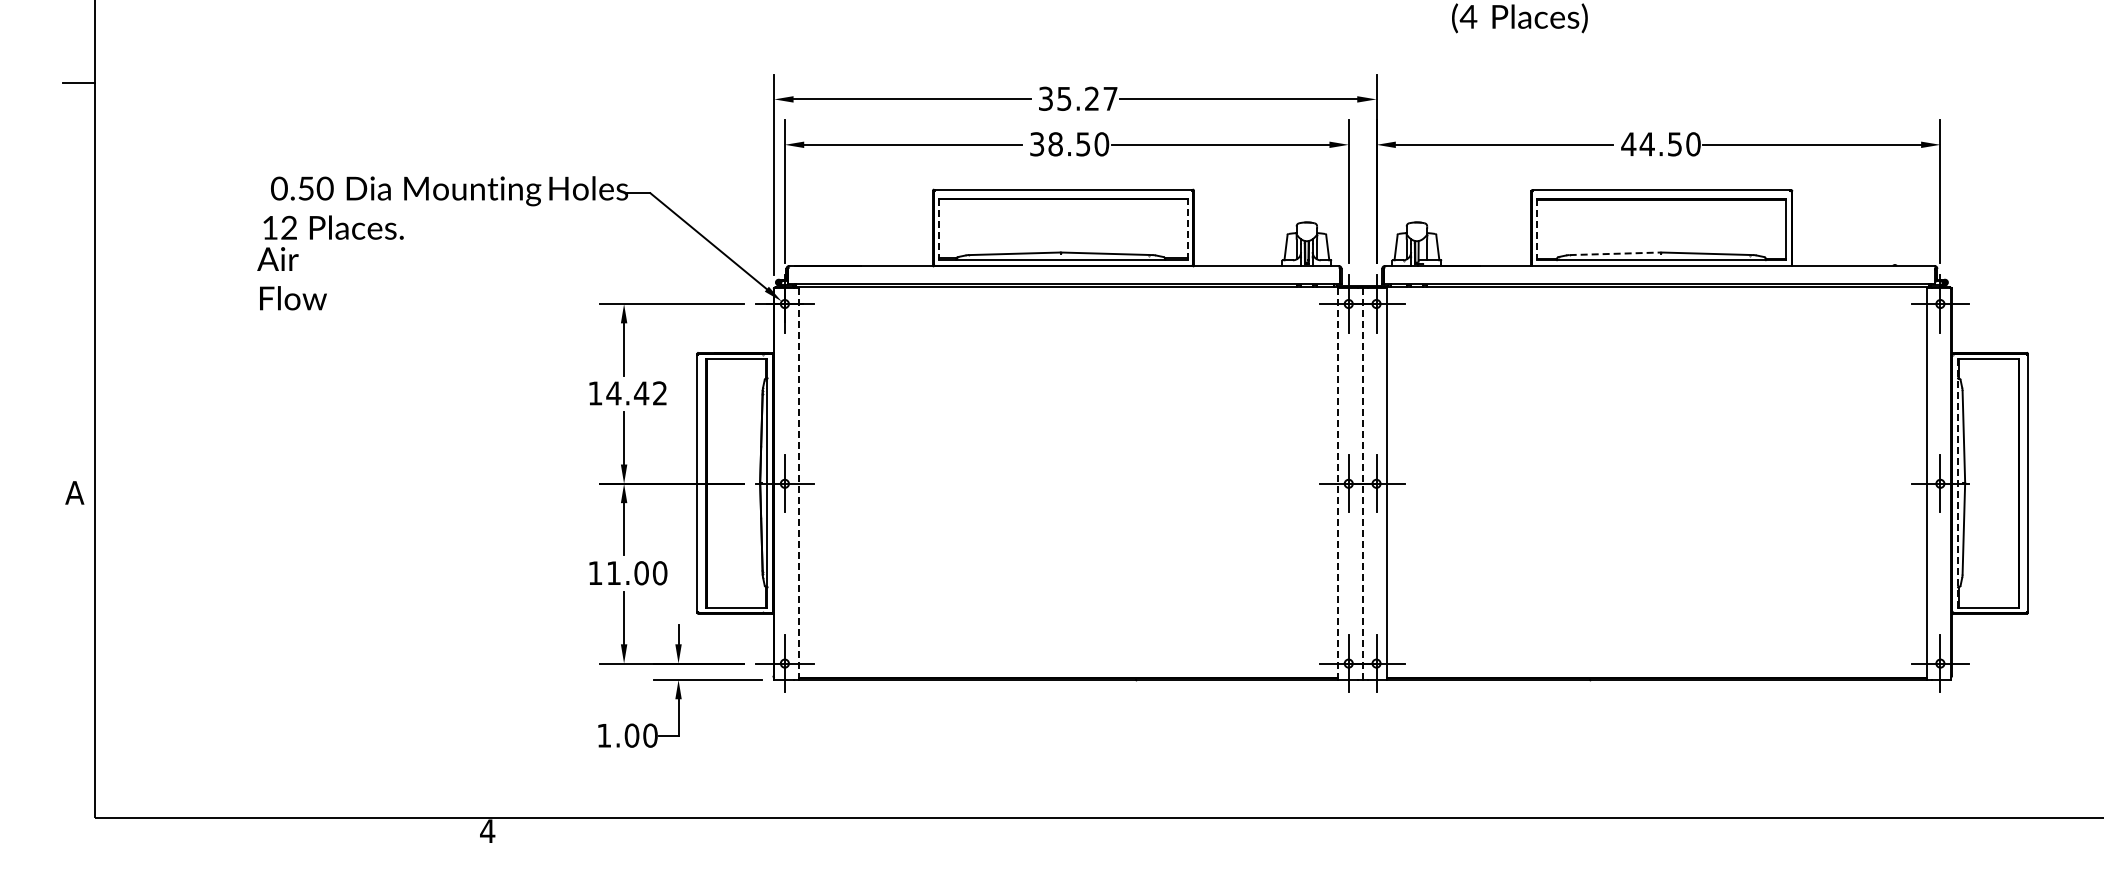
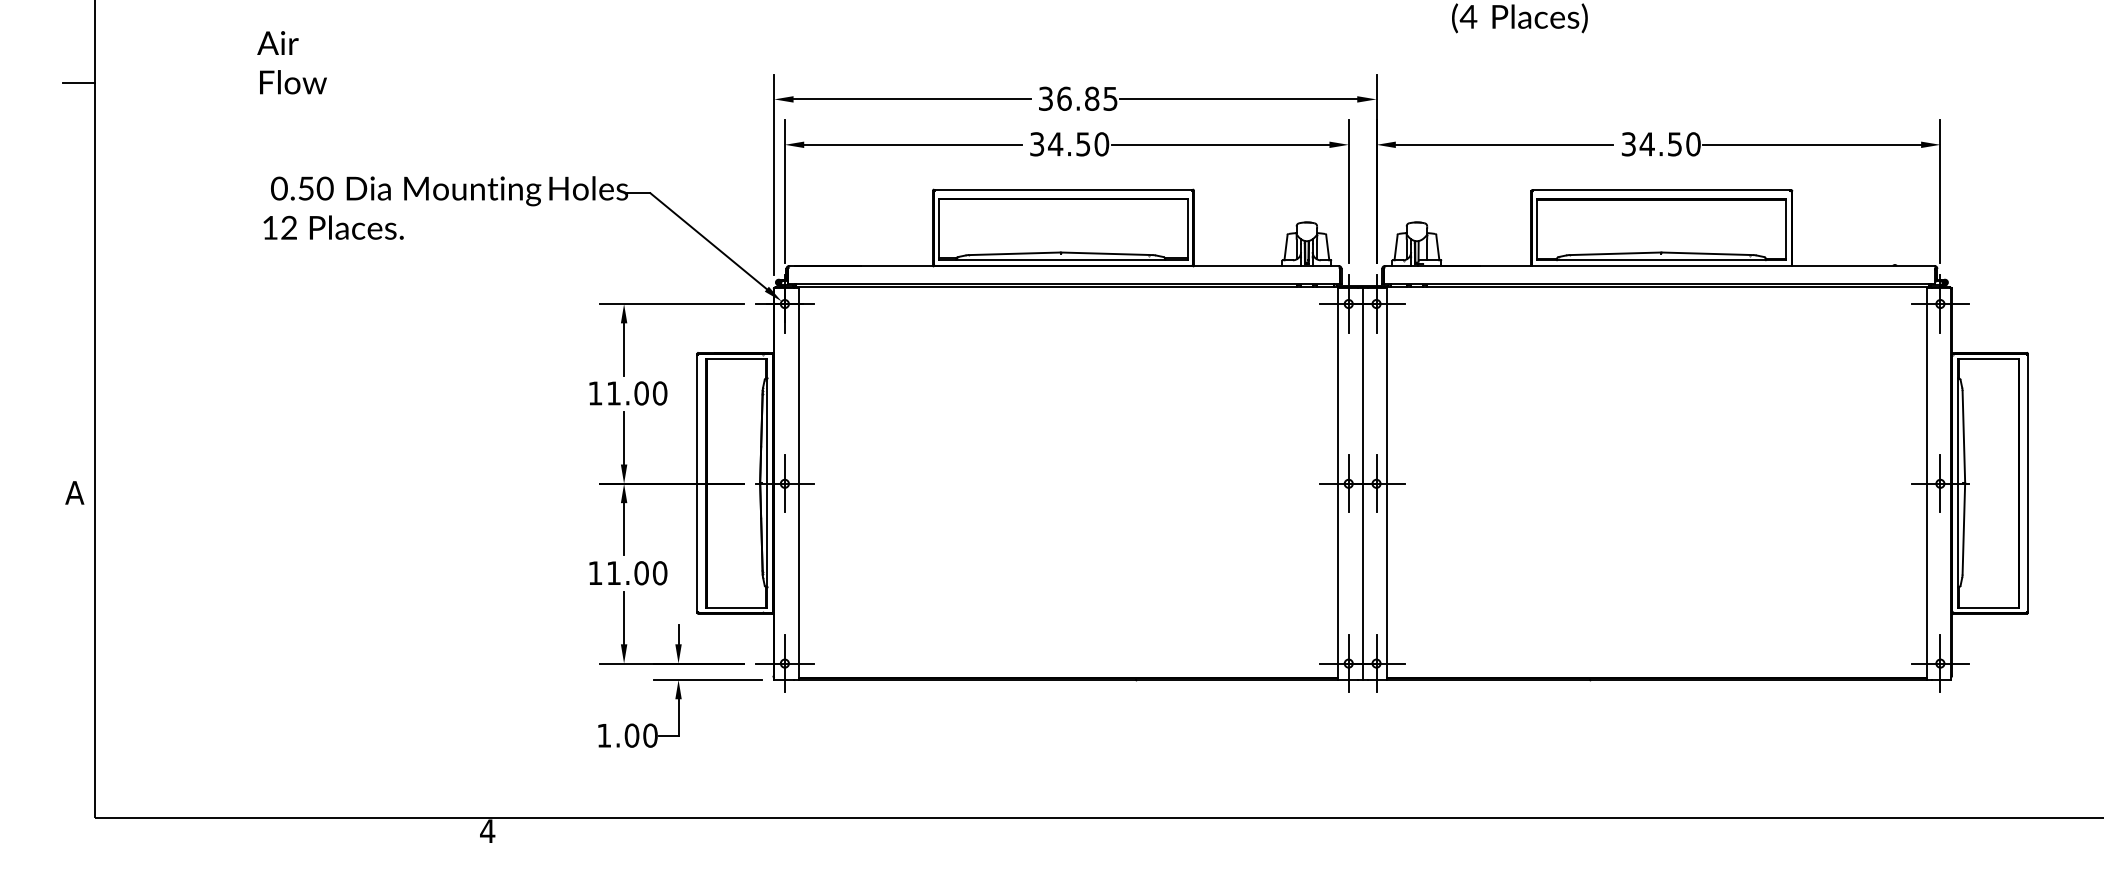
text at (1087, 98): 35.27 -> 36.85
text at (1055, 144): 38.50 -> 34.50
text at (1628, 144): 44.50 -> 34.50
line at (1187, 228): dashed -> solid
line at (939, 229): dashed -> solid
line at (1537, 230): dashed -> solid
line at (1615, 253): dashed -> solid
text at (291, 278) position: (291, 278) -> (291, 62)
text at (636, 393): 14.42 -> 11.00
line at (1957, 483): dashed -> solid
line at (798, 484): dashed -> solid
line at (1338, 484): dashed -> solid
line at (1362, 484): dashed -> solid
